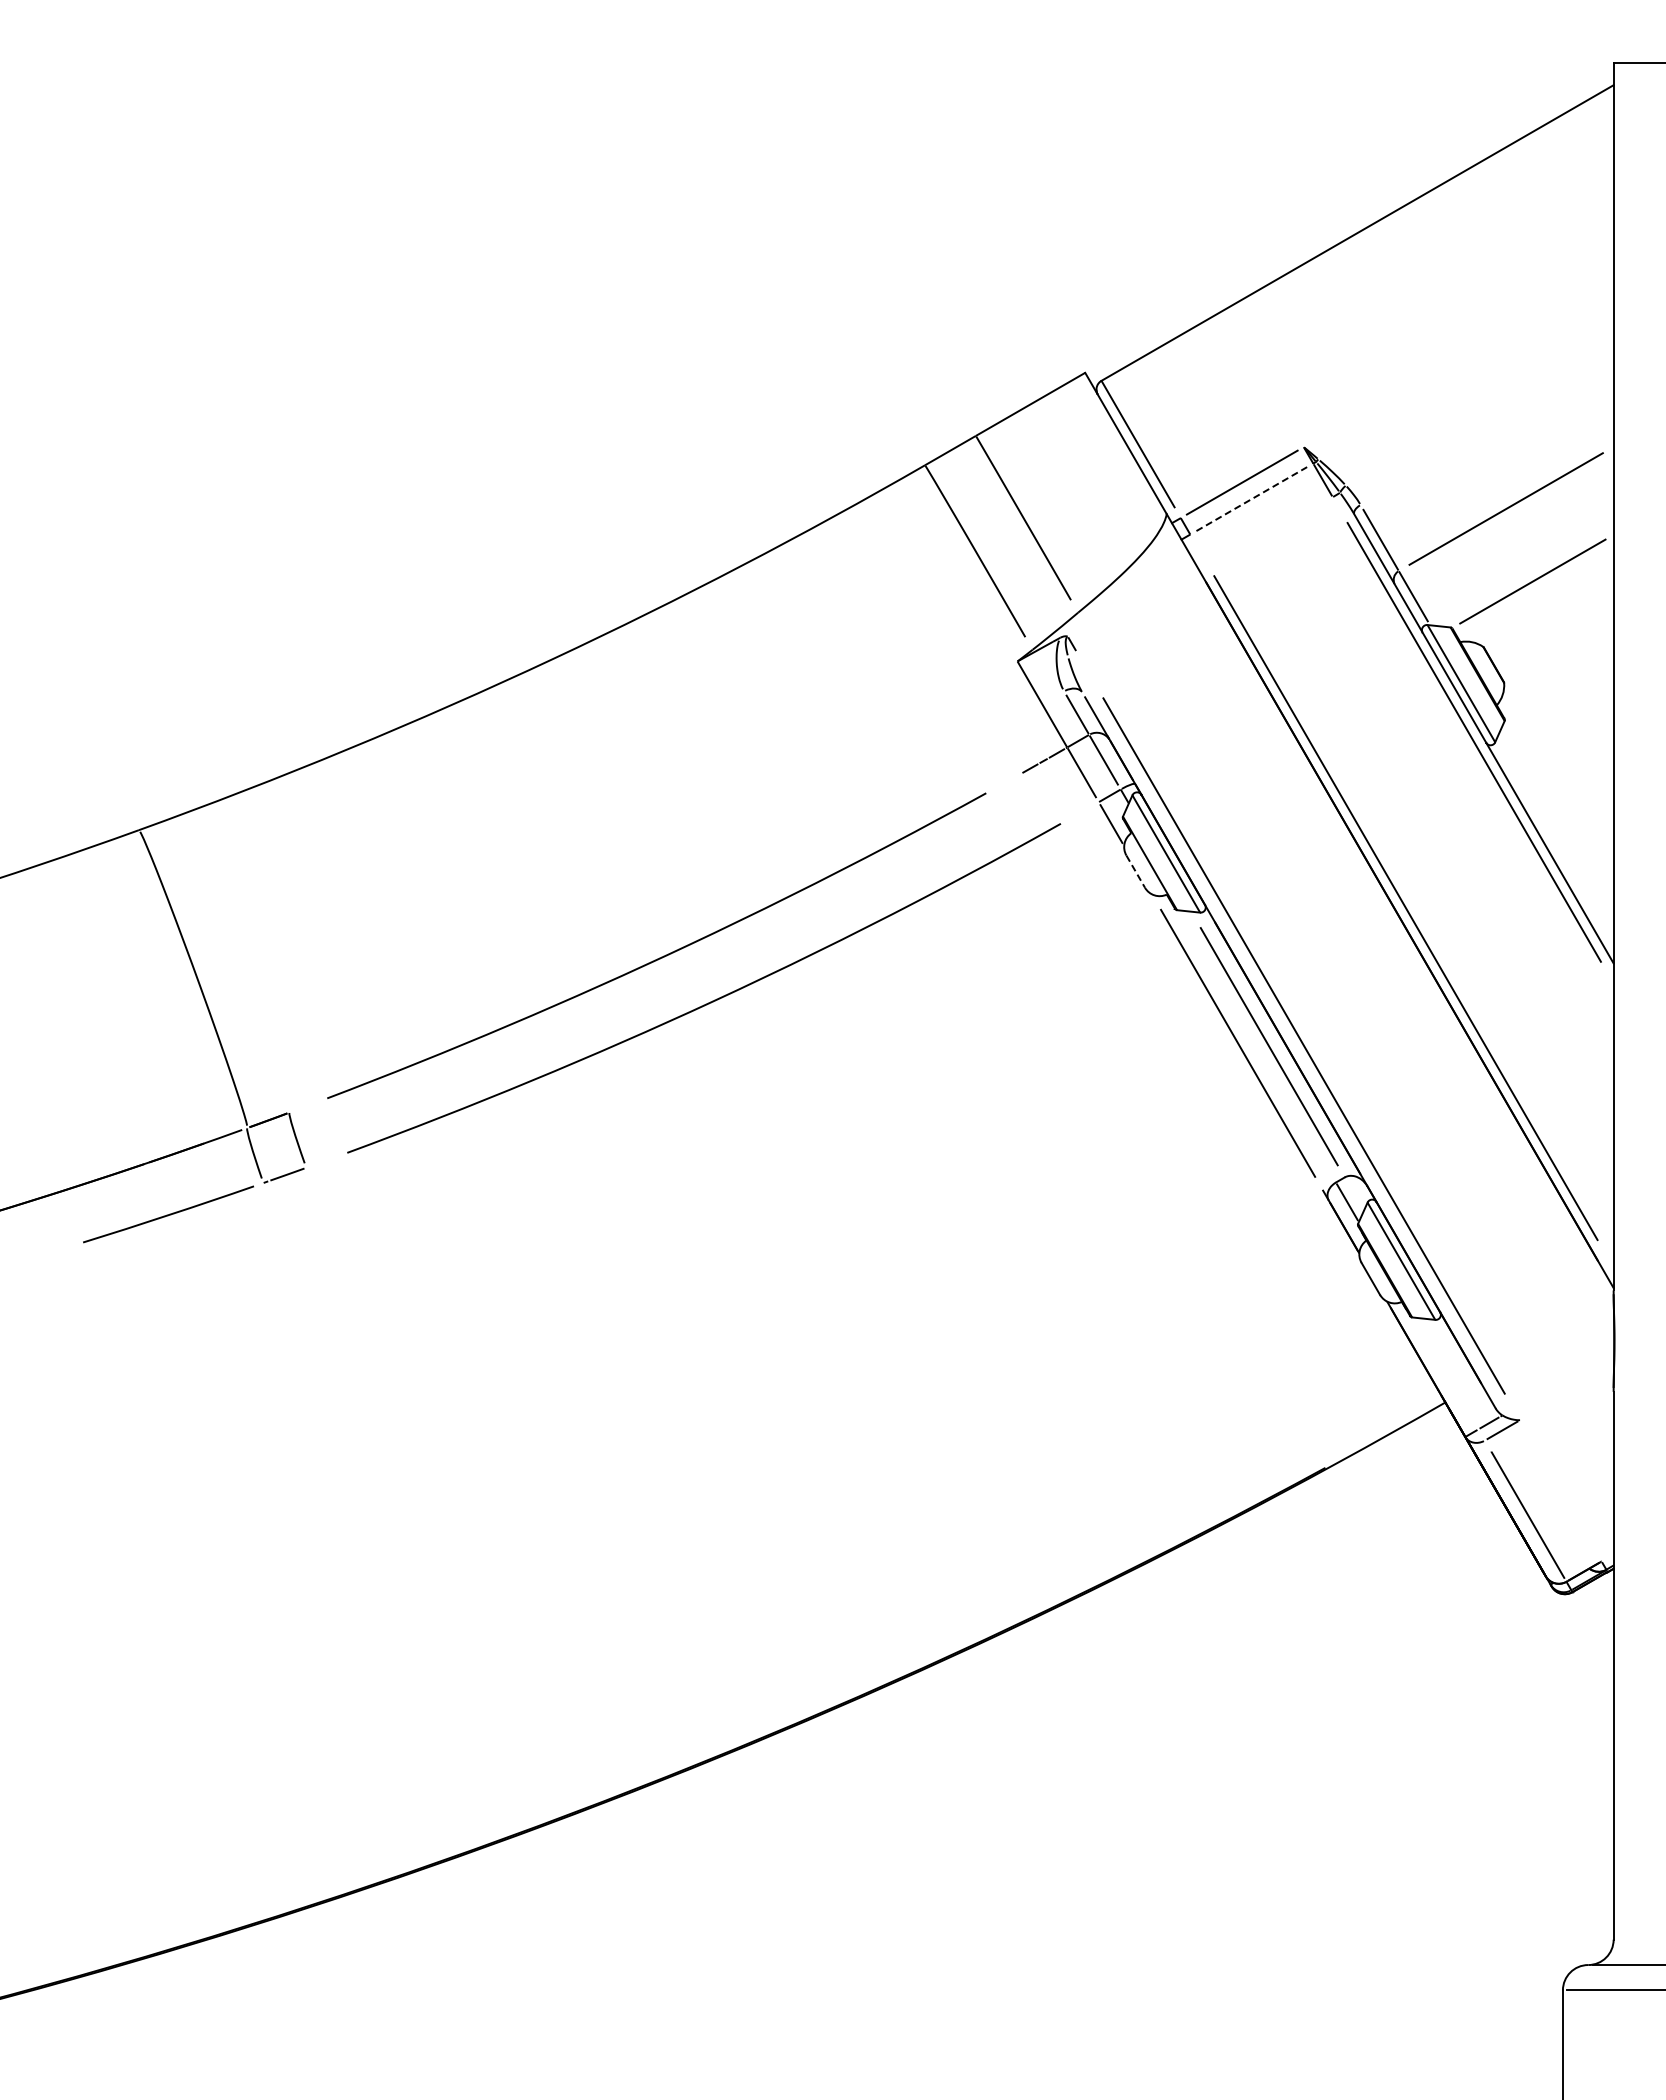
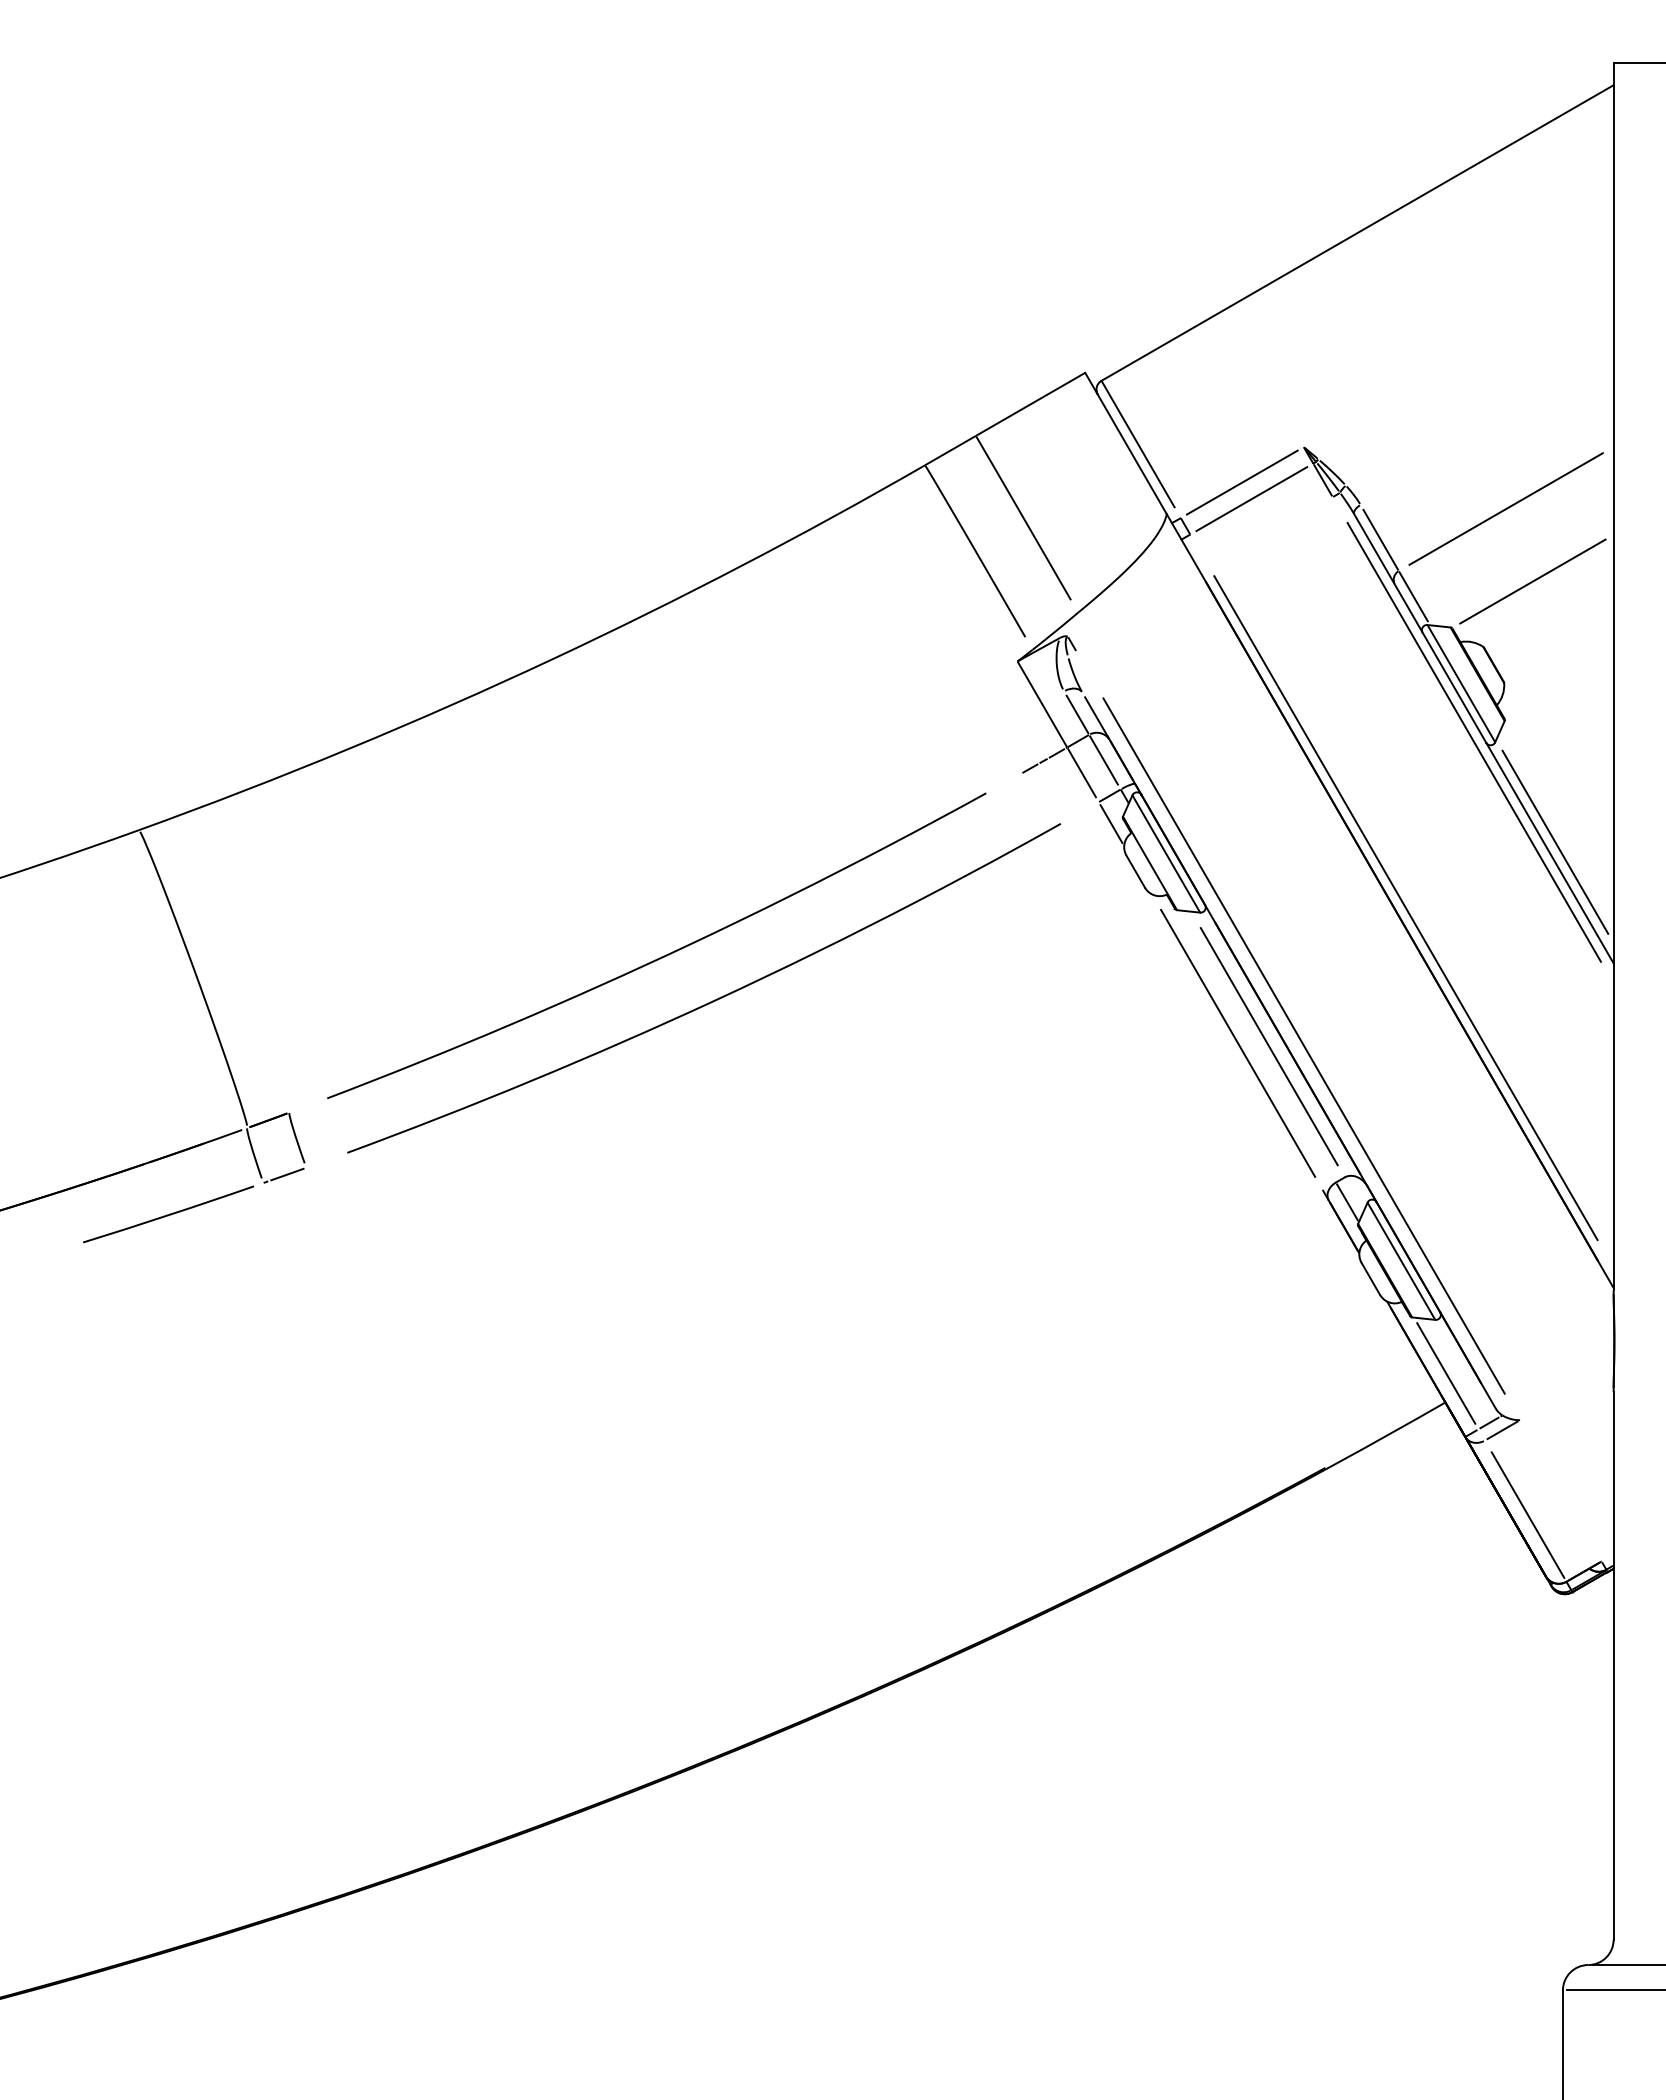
line at (1251, 499): dashed -> solid
line at (1555, 841): none -> present
line at (1135, 871): dashed -> solid
line at (1446, 1373): none -> present
